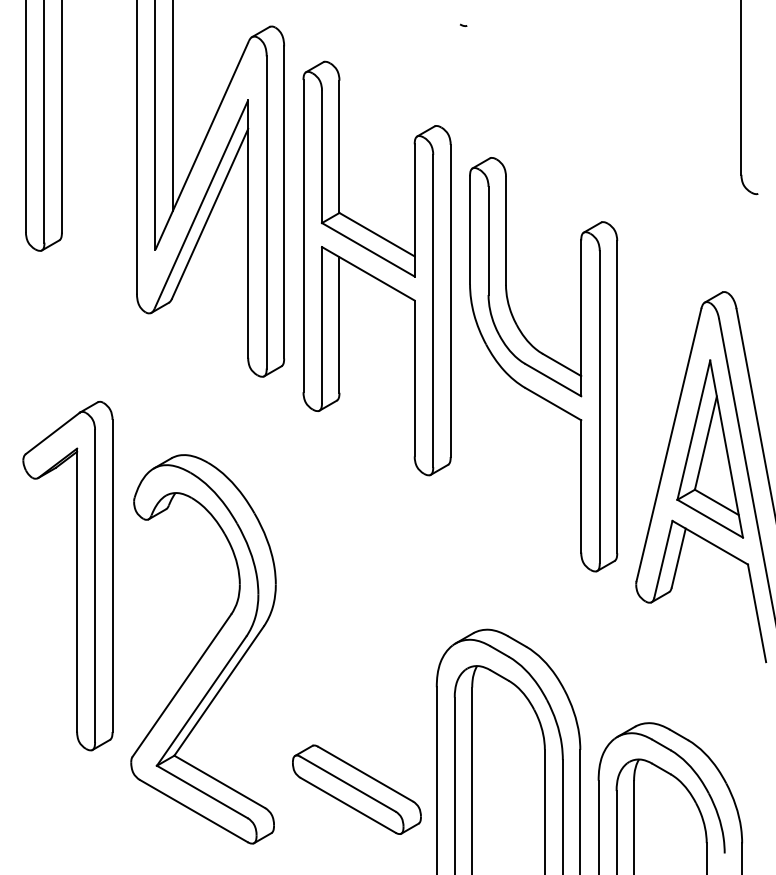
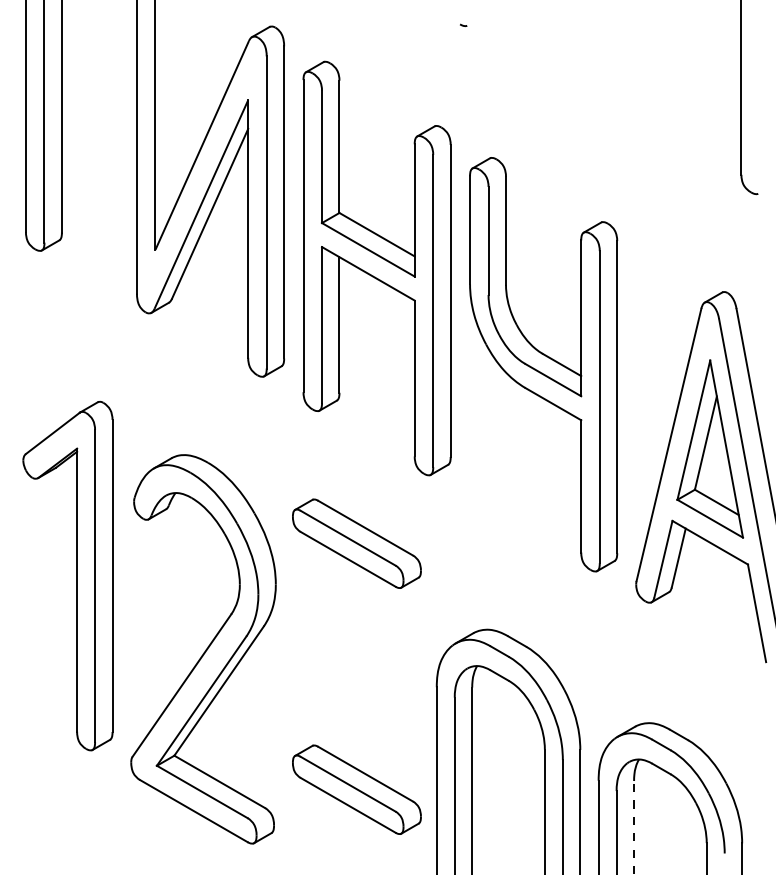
line at (172, 106): present -> none
part at (356, 543): none -> present
line at (634, 827): solid -> dashed
